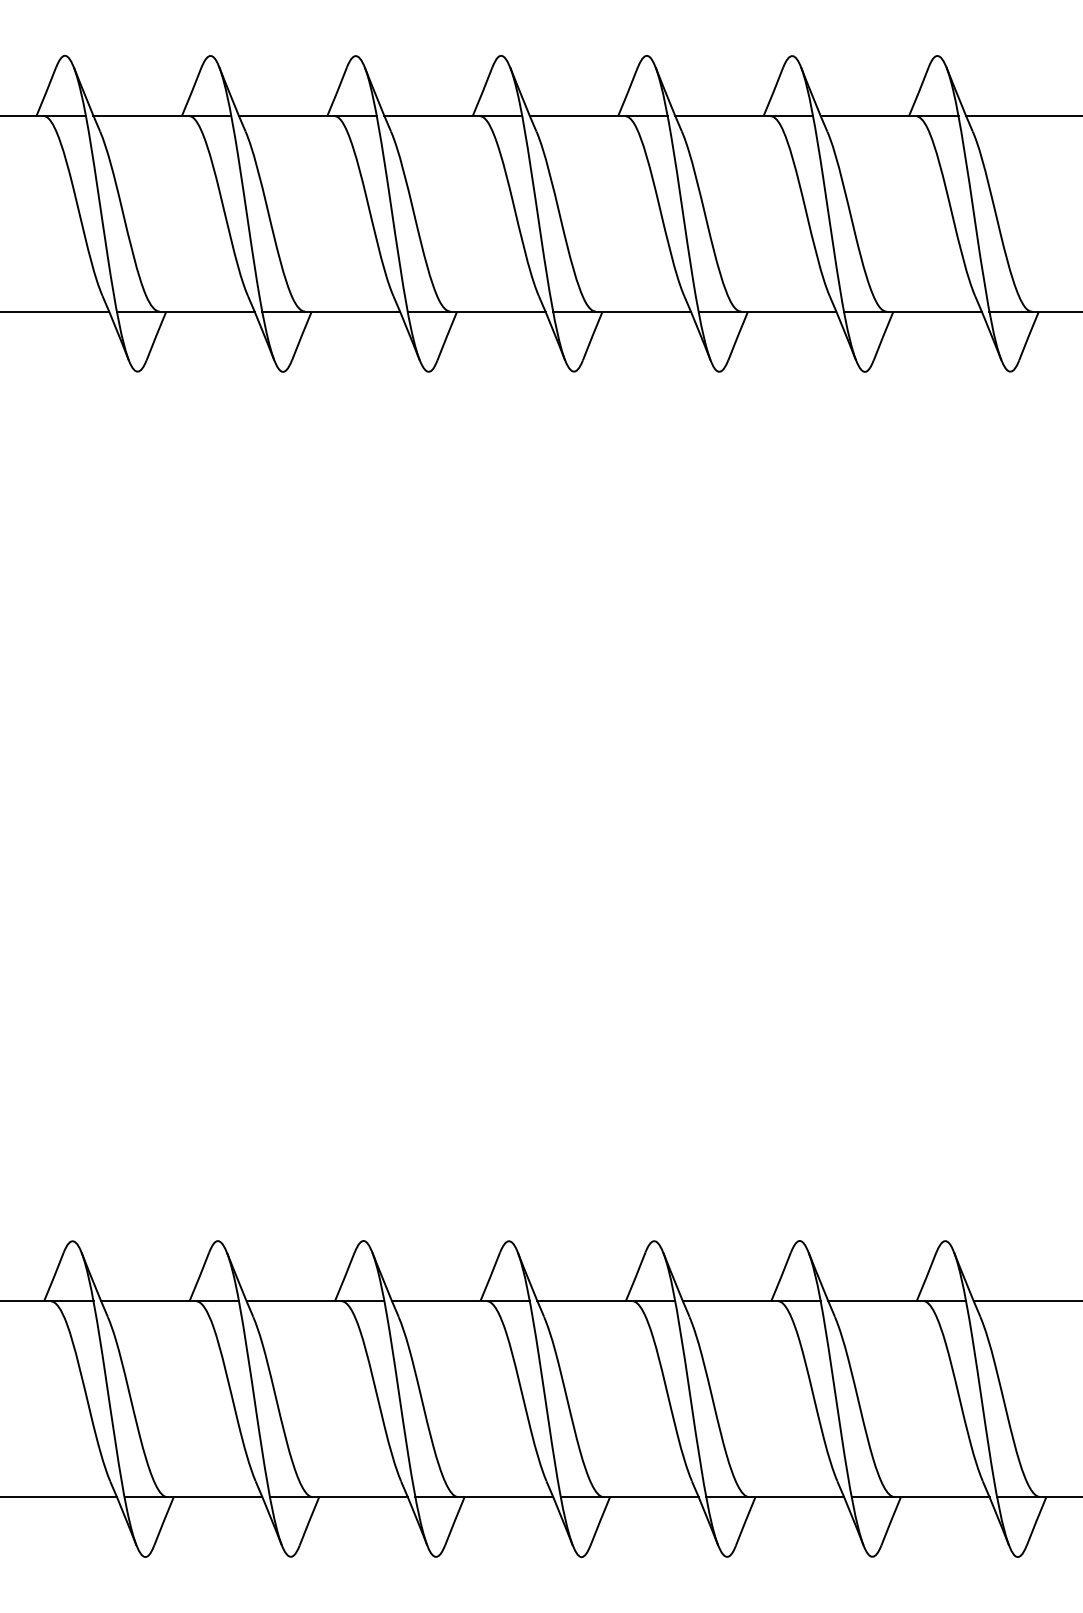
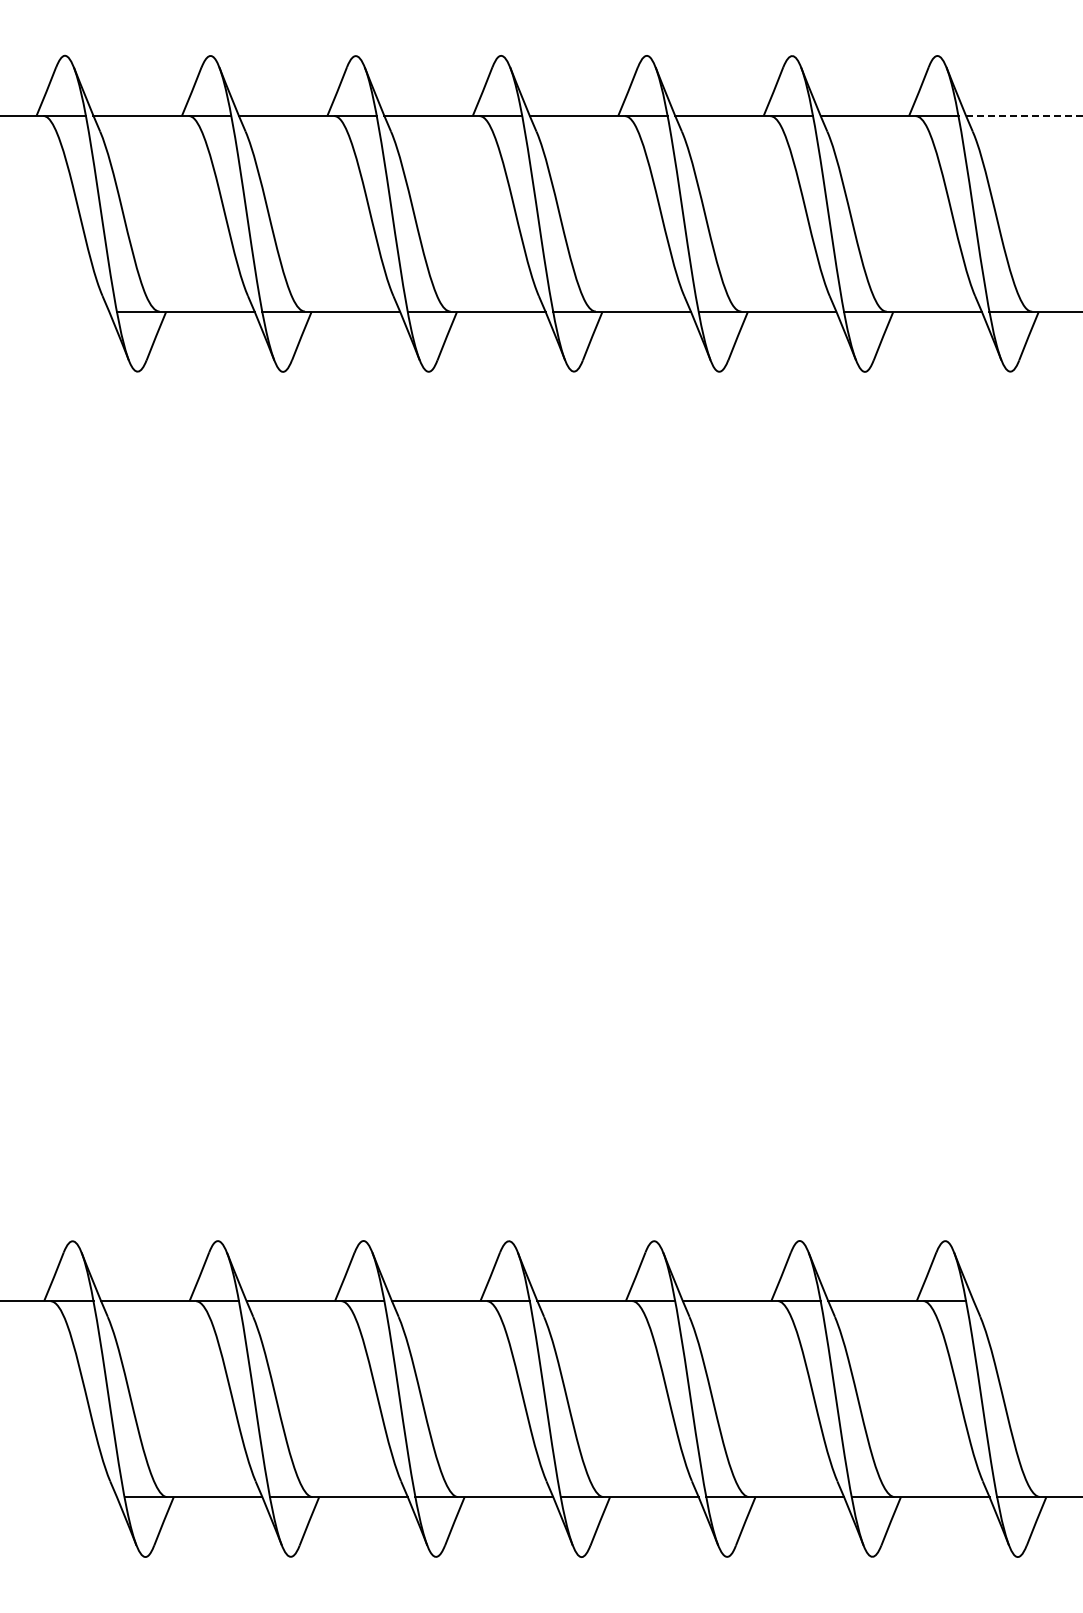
line at (1025, 115): solid -> dashed
line at (55, 311): present -> none
line at (1026, 1301): present -> none
line at (59, 1497): present -> none
